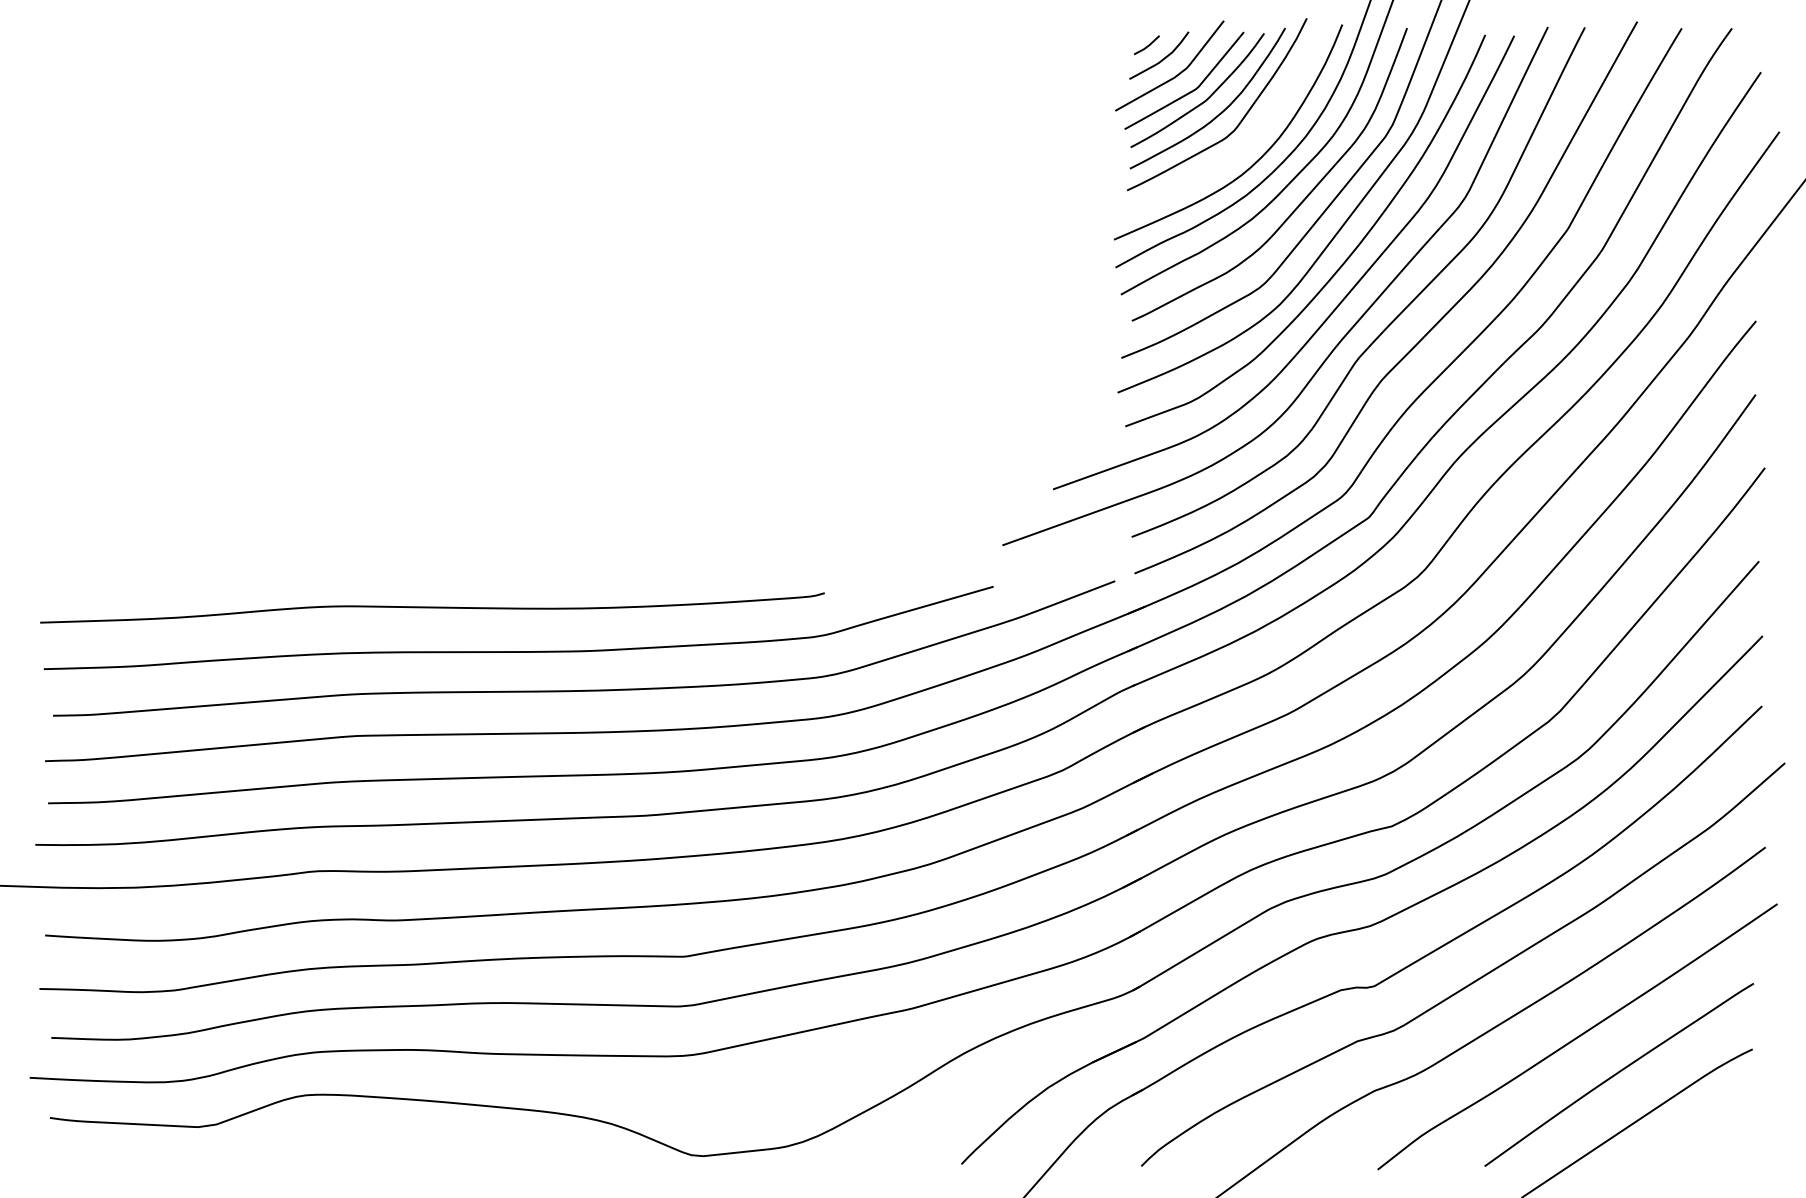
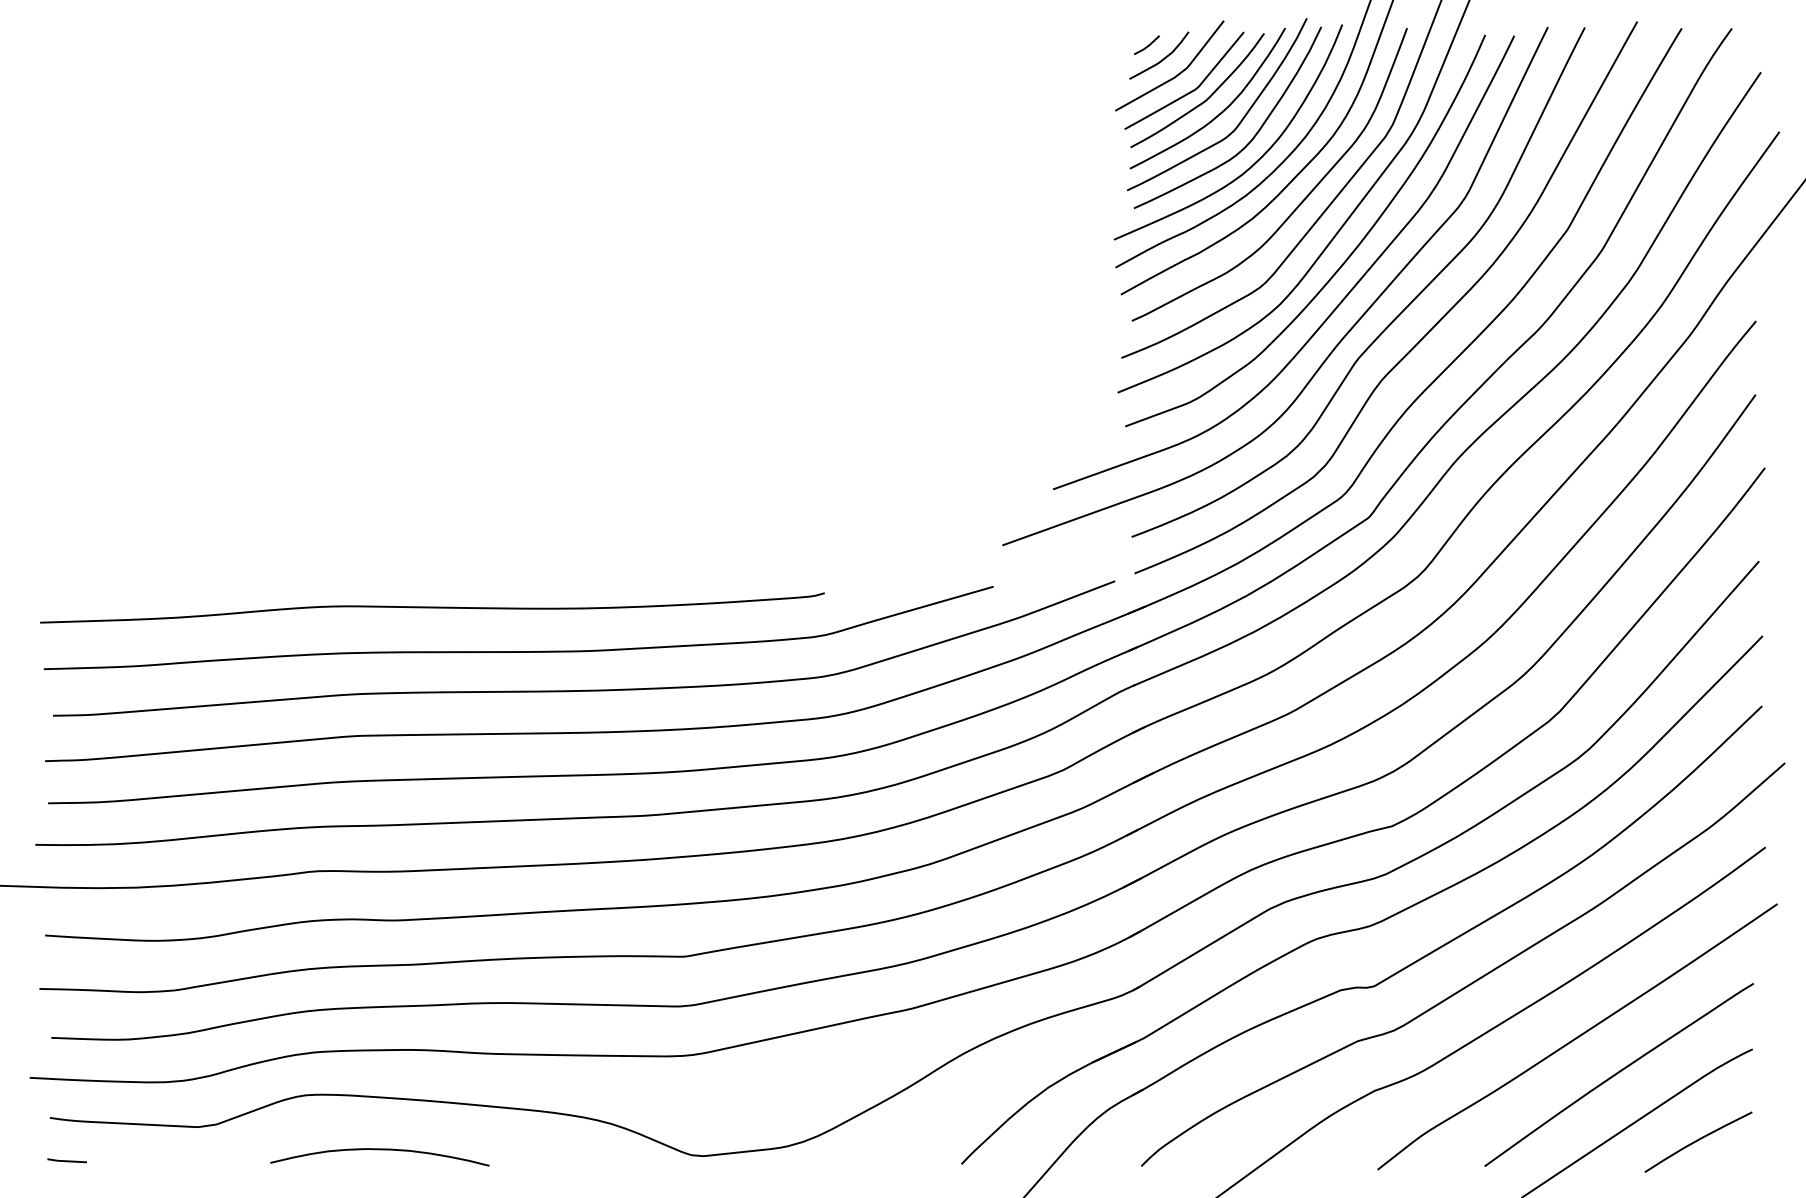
curve at (1252, 137): none -> present
curve at (1698, 1140): none -> present
curve at (379, 1150): none -> present
line at (66, 1160): none -> present
